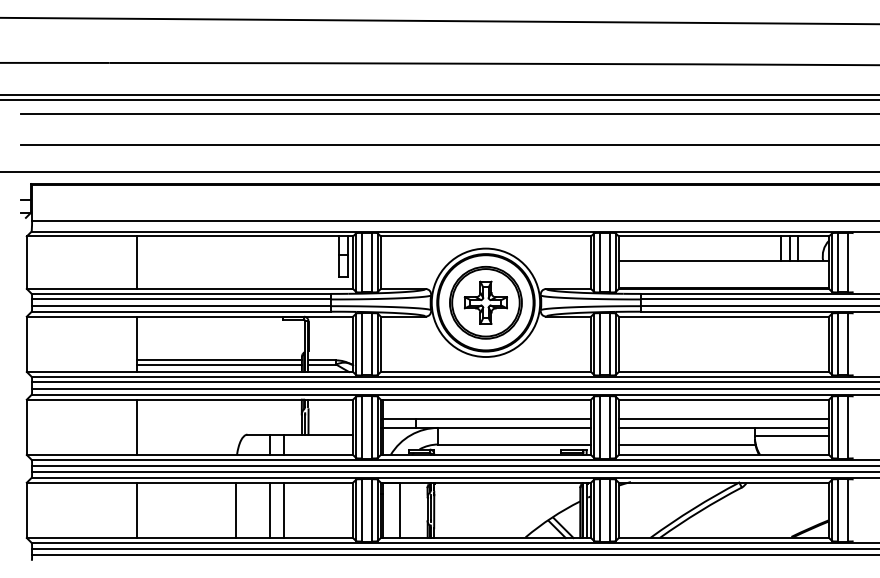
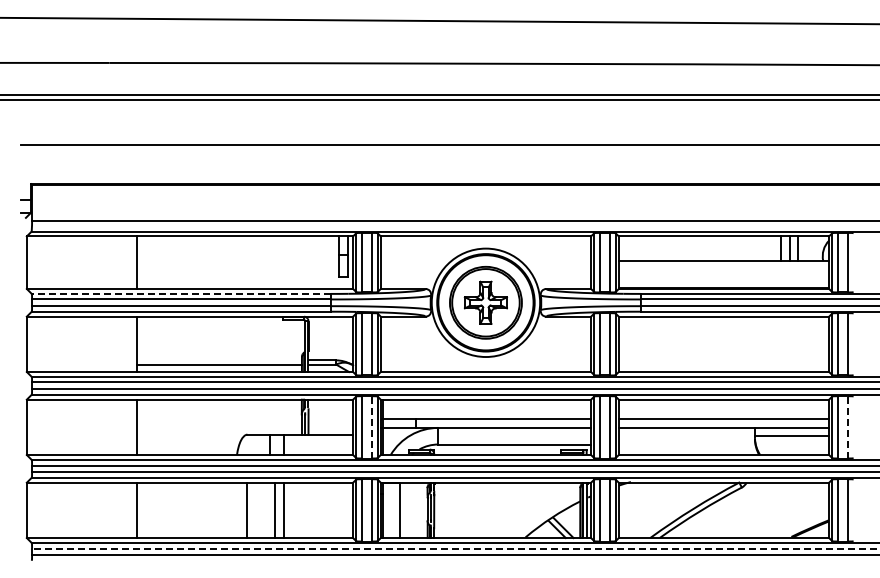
line at (448, 113): present -> none
line at (439, 172): present -> none
line at (181, 293): solid -> dashed
line at (219, 360): present -> none
line at (372, 426): solid -> dashed
line at (848, 426): solid -> dashed
line at (686, 444): present -> none
line at (236, 510) position: (236, 510) -> (247, 510)
line at (270, 510) position: (270, 510) -> (275, 510)
line at (456, 548): solid -> dashed
